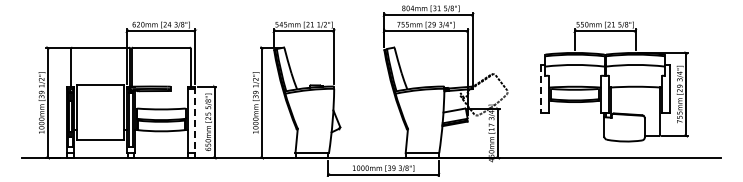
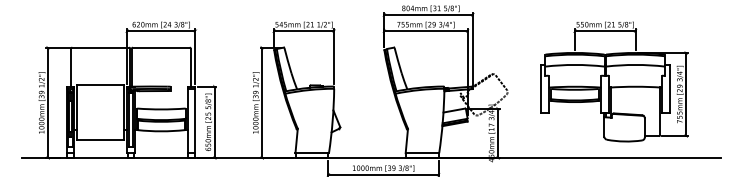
line at (540, 89): dashed -> solid
line at (195, 120): dashed -> solid
